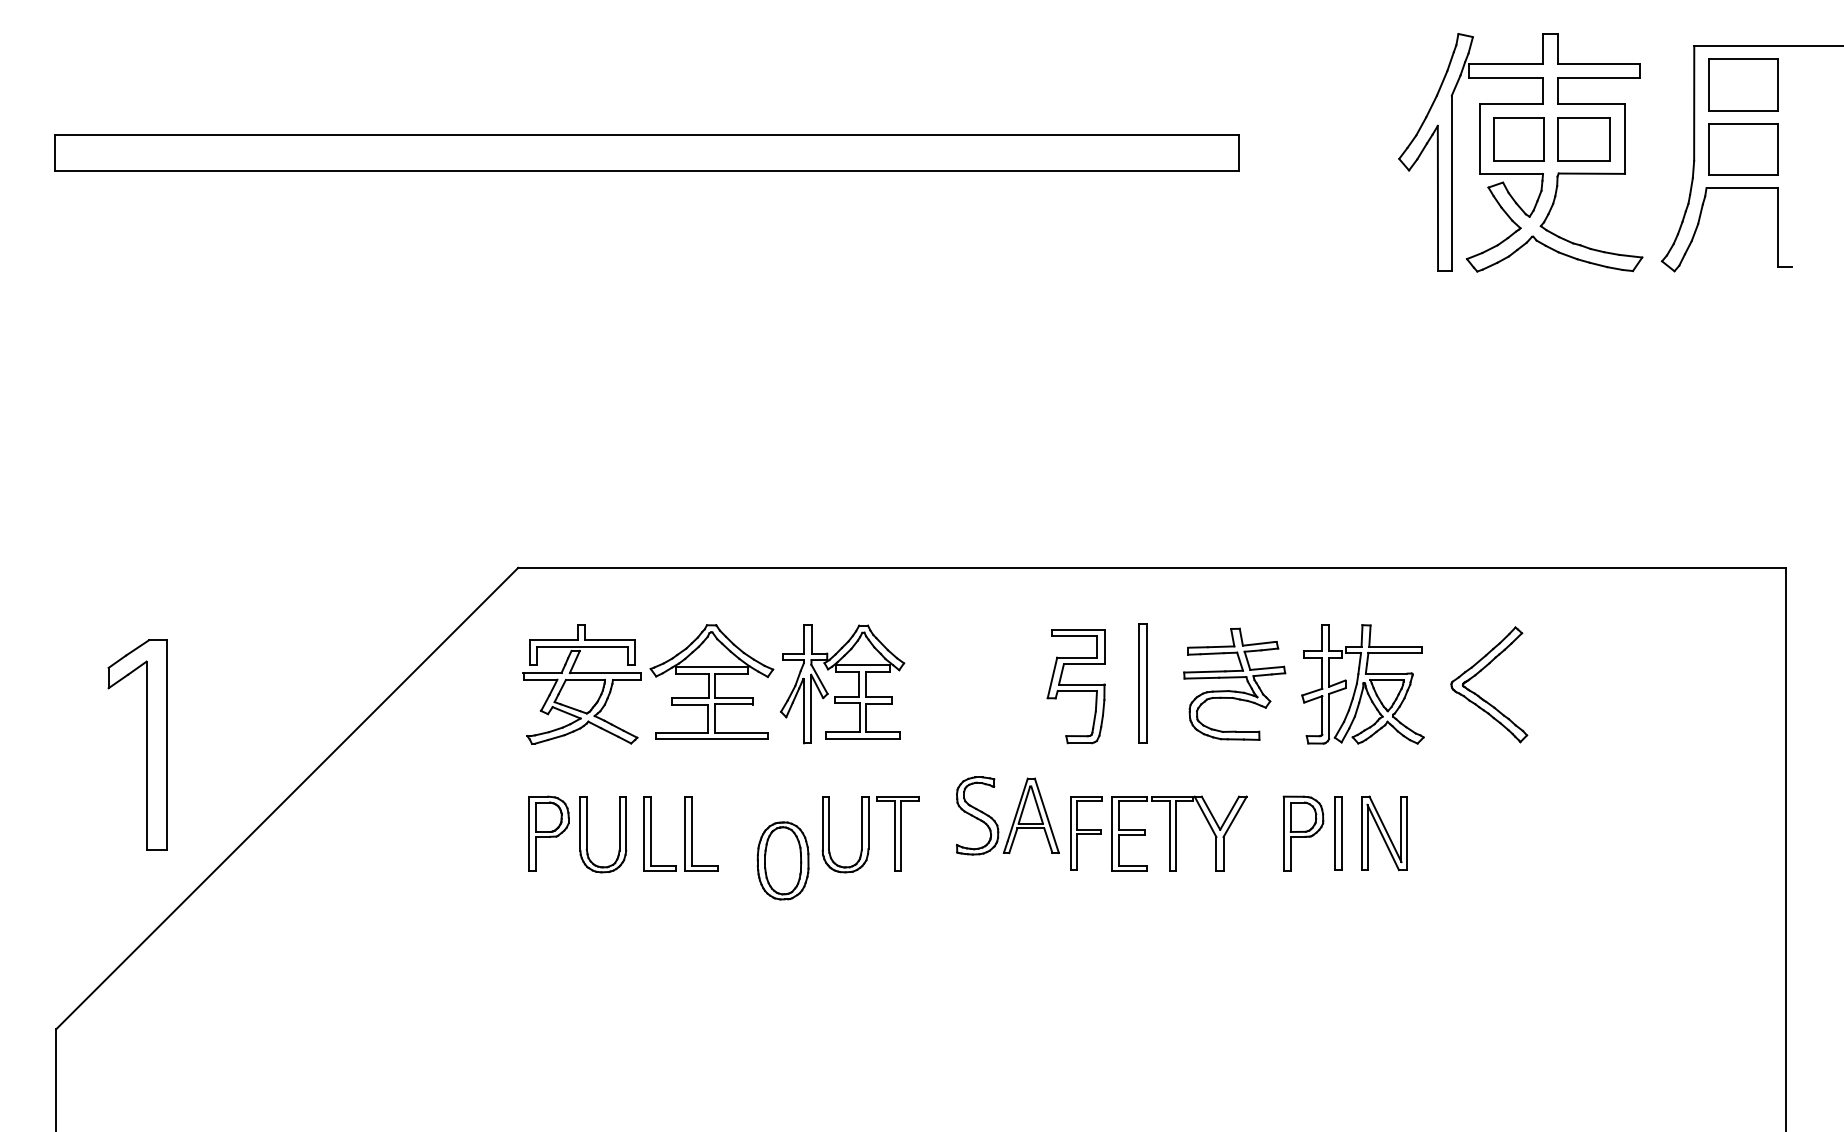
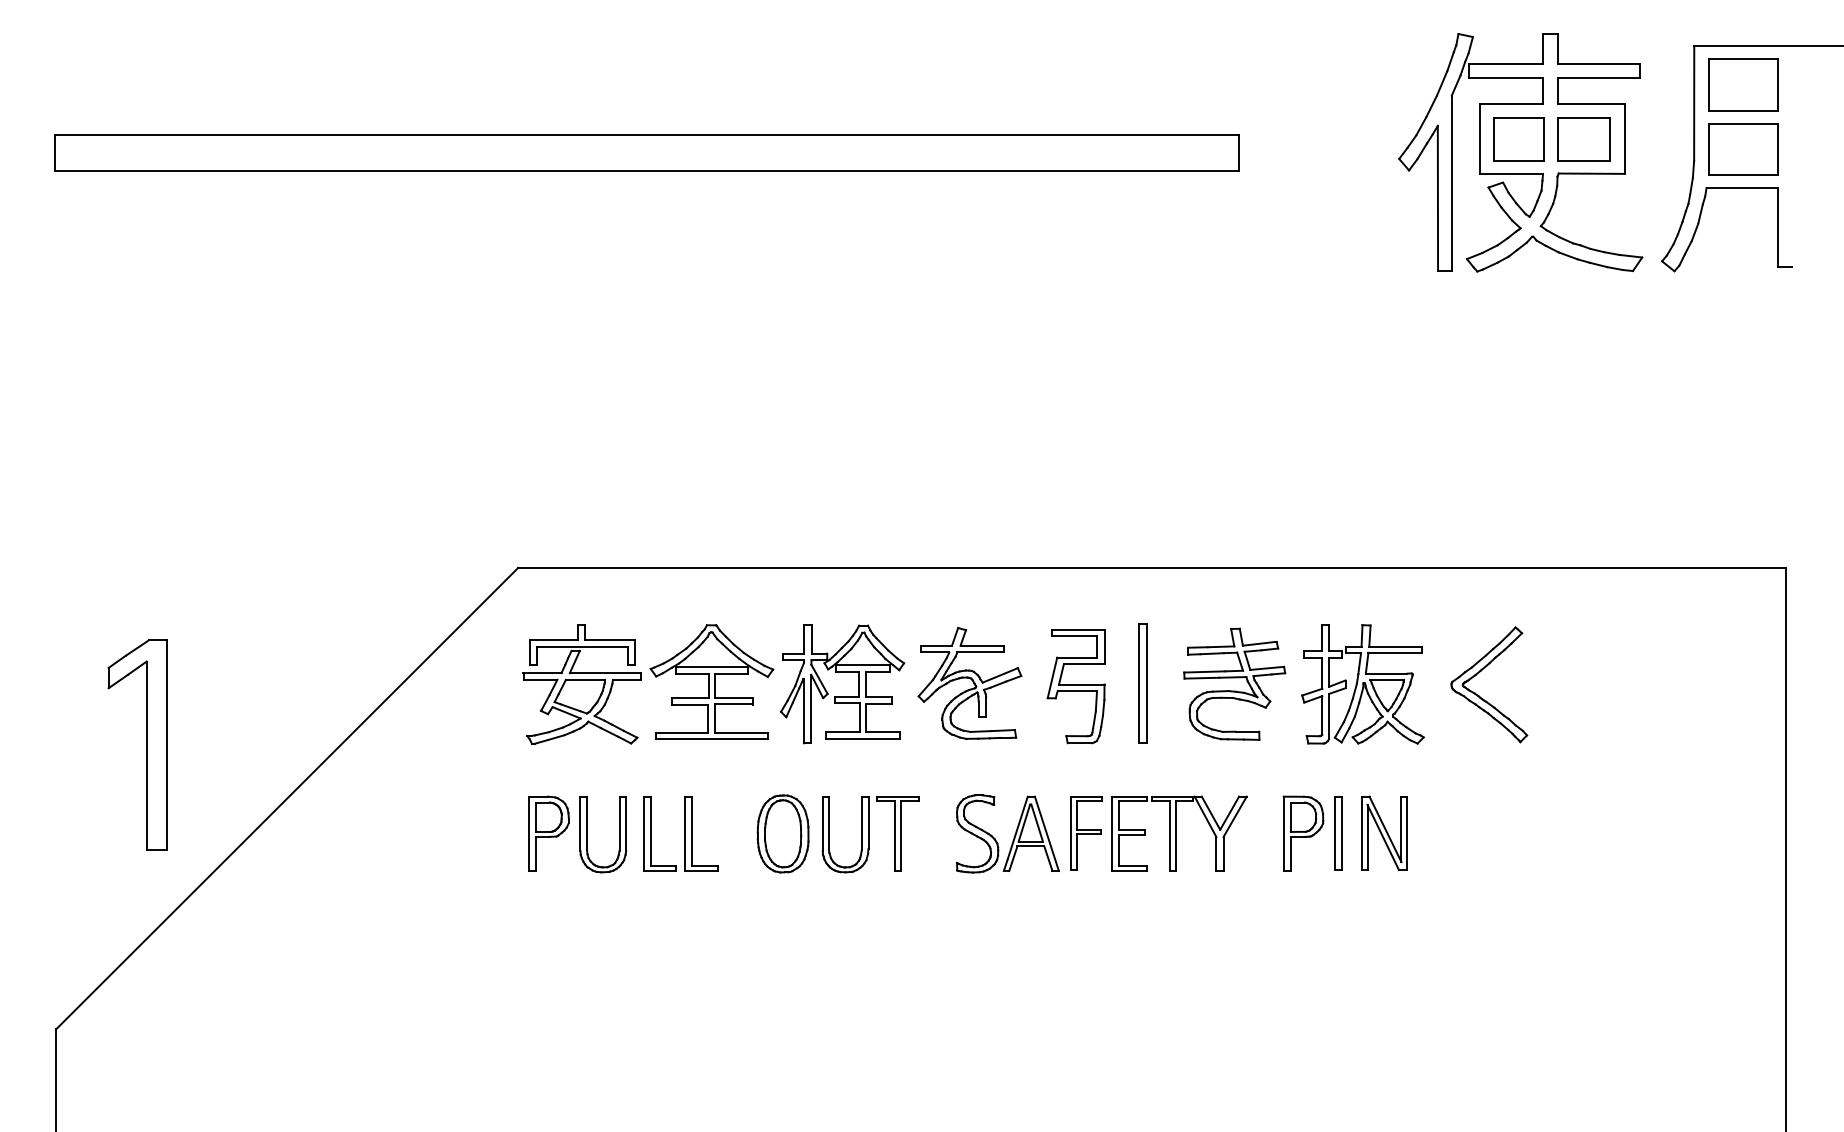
part at (969, 682): none -> present
part at (1014, 816) position: (1014, 816) -> (1014, 834)
part at (782, 860) position: (782, 860) -> (782, 833)
